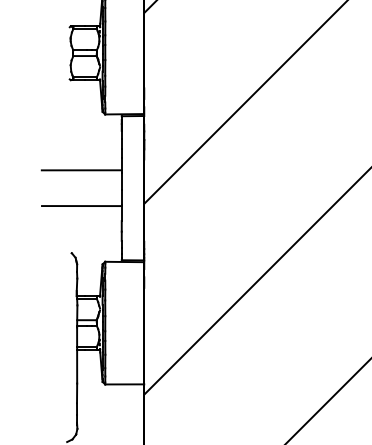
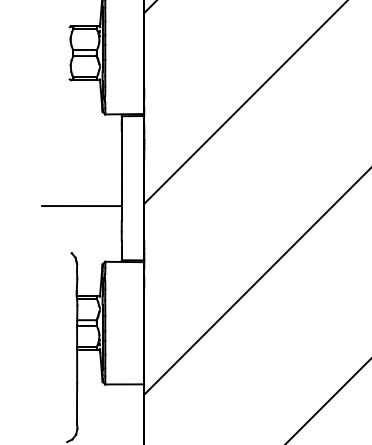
line at (81, 170): present -> none
